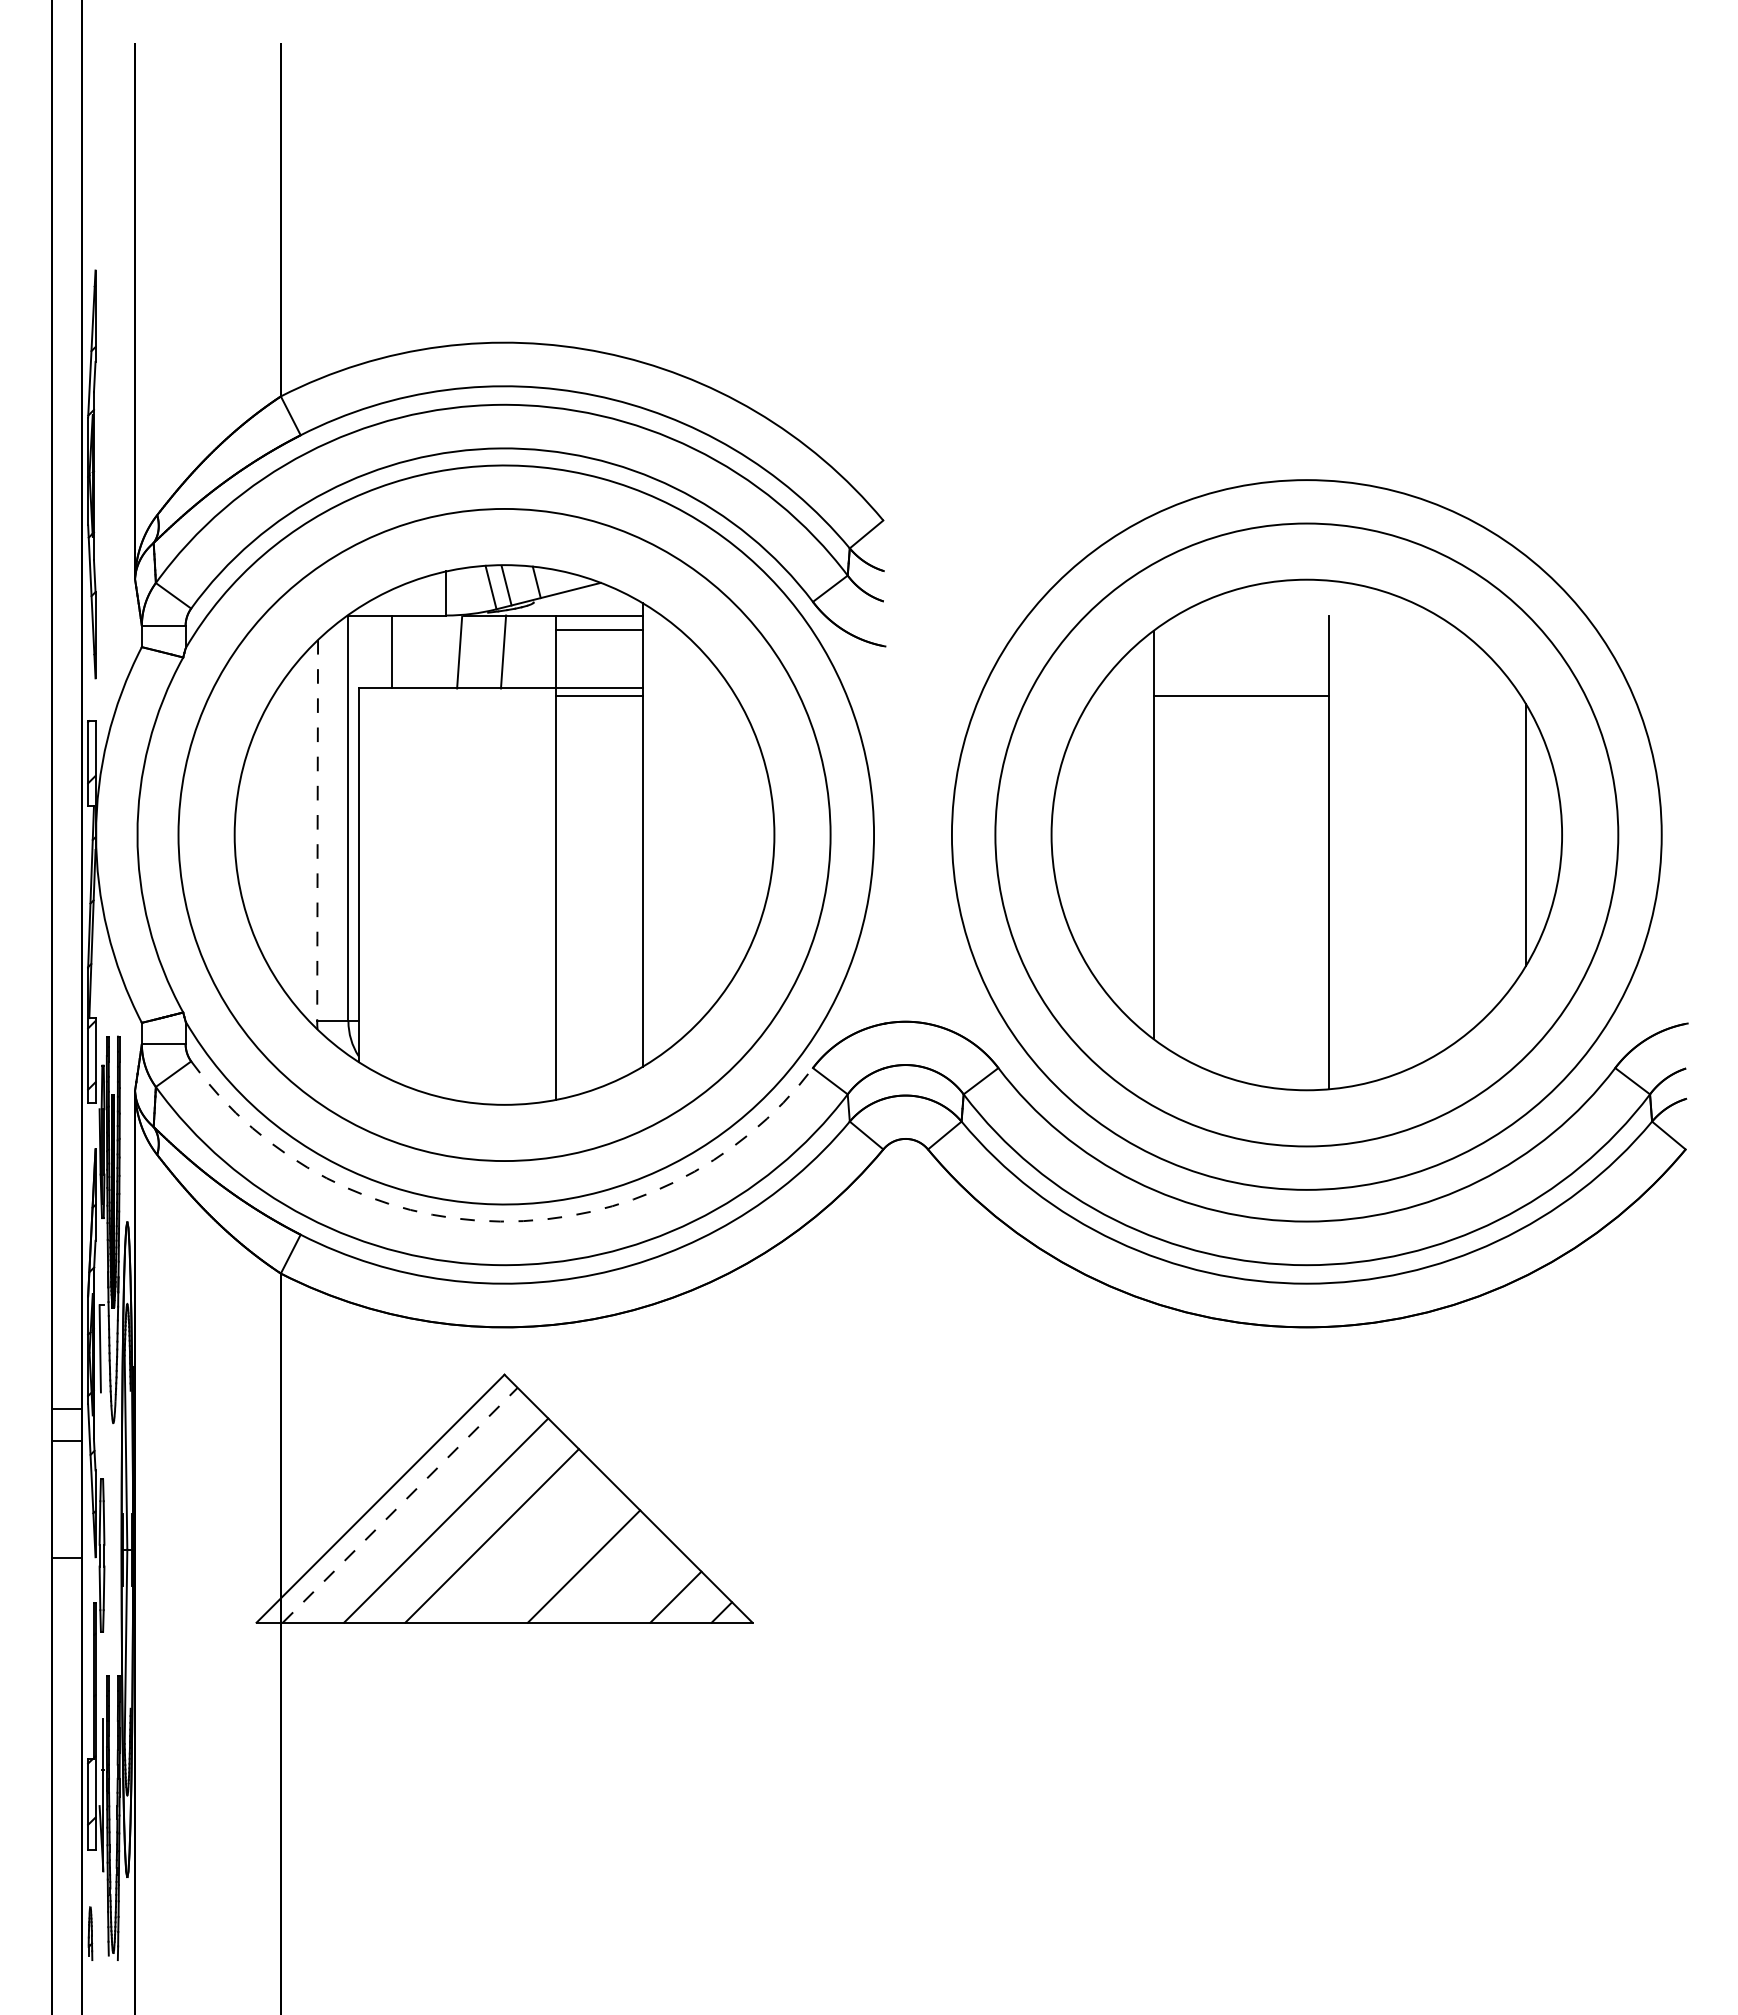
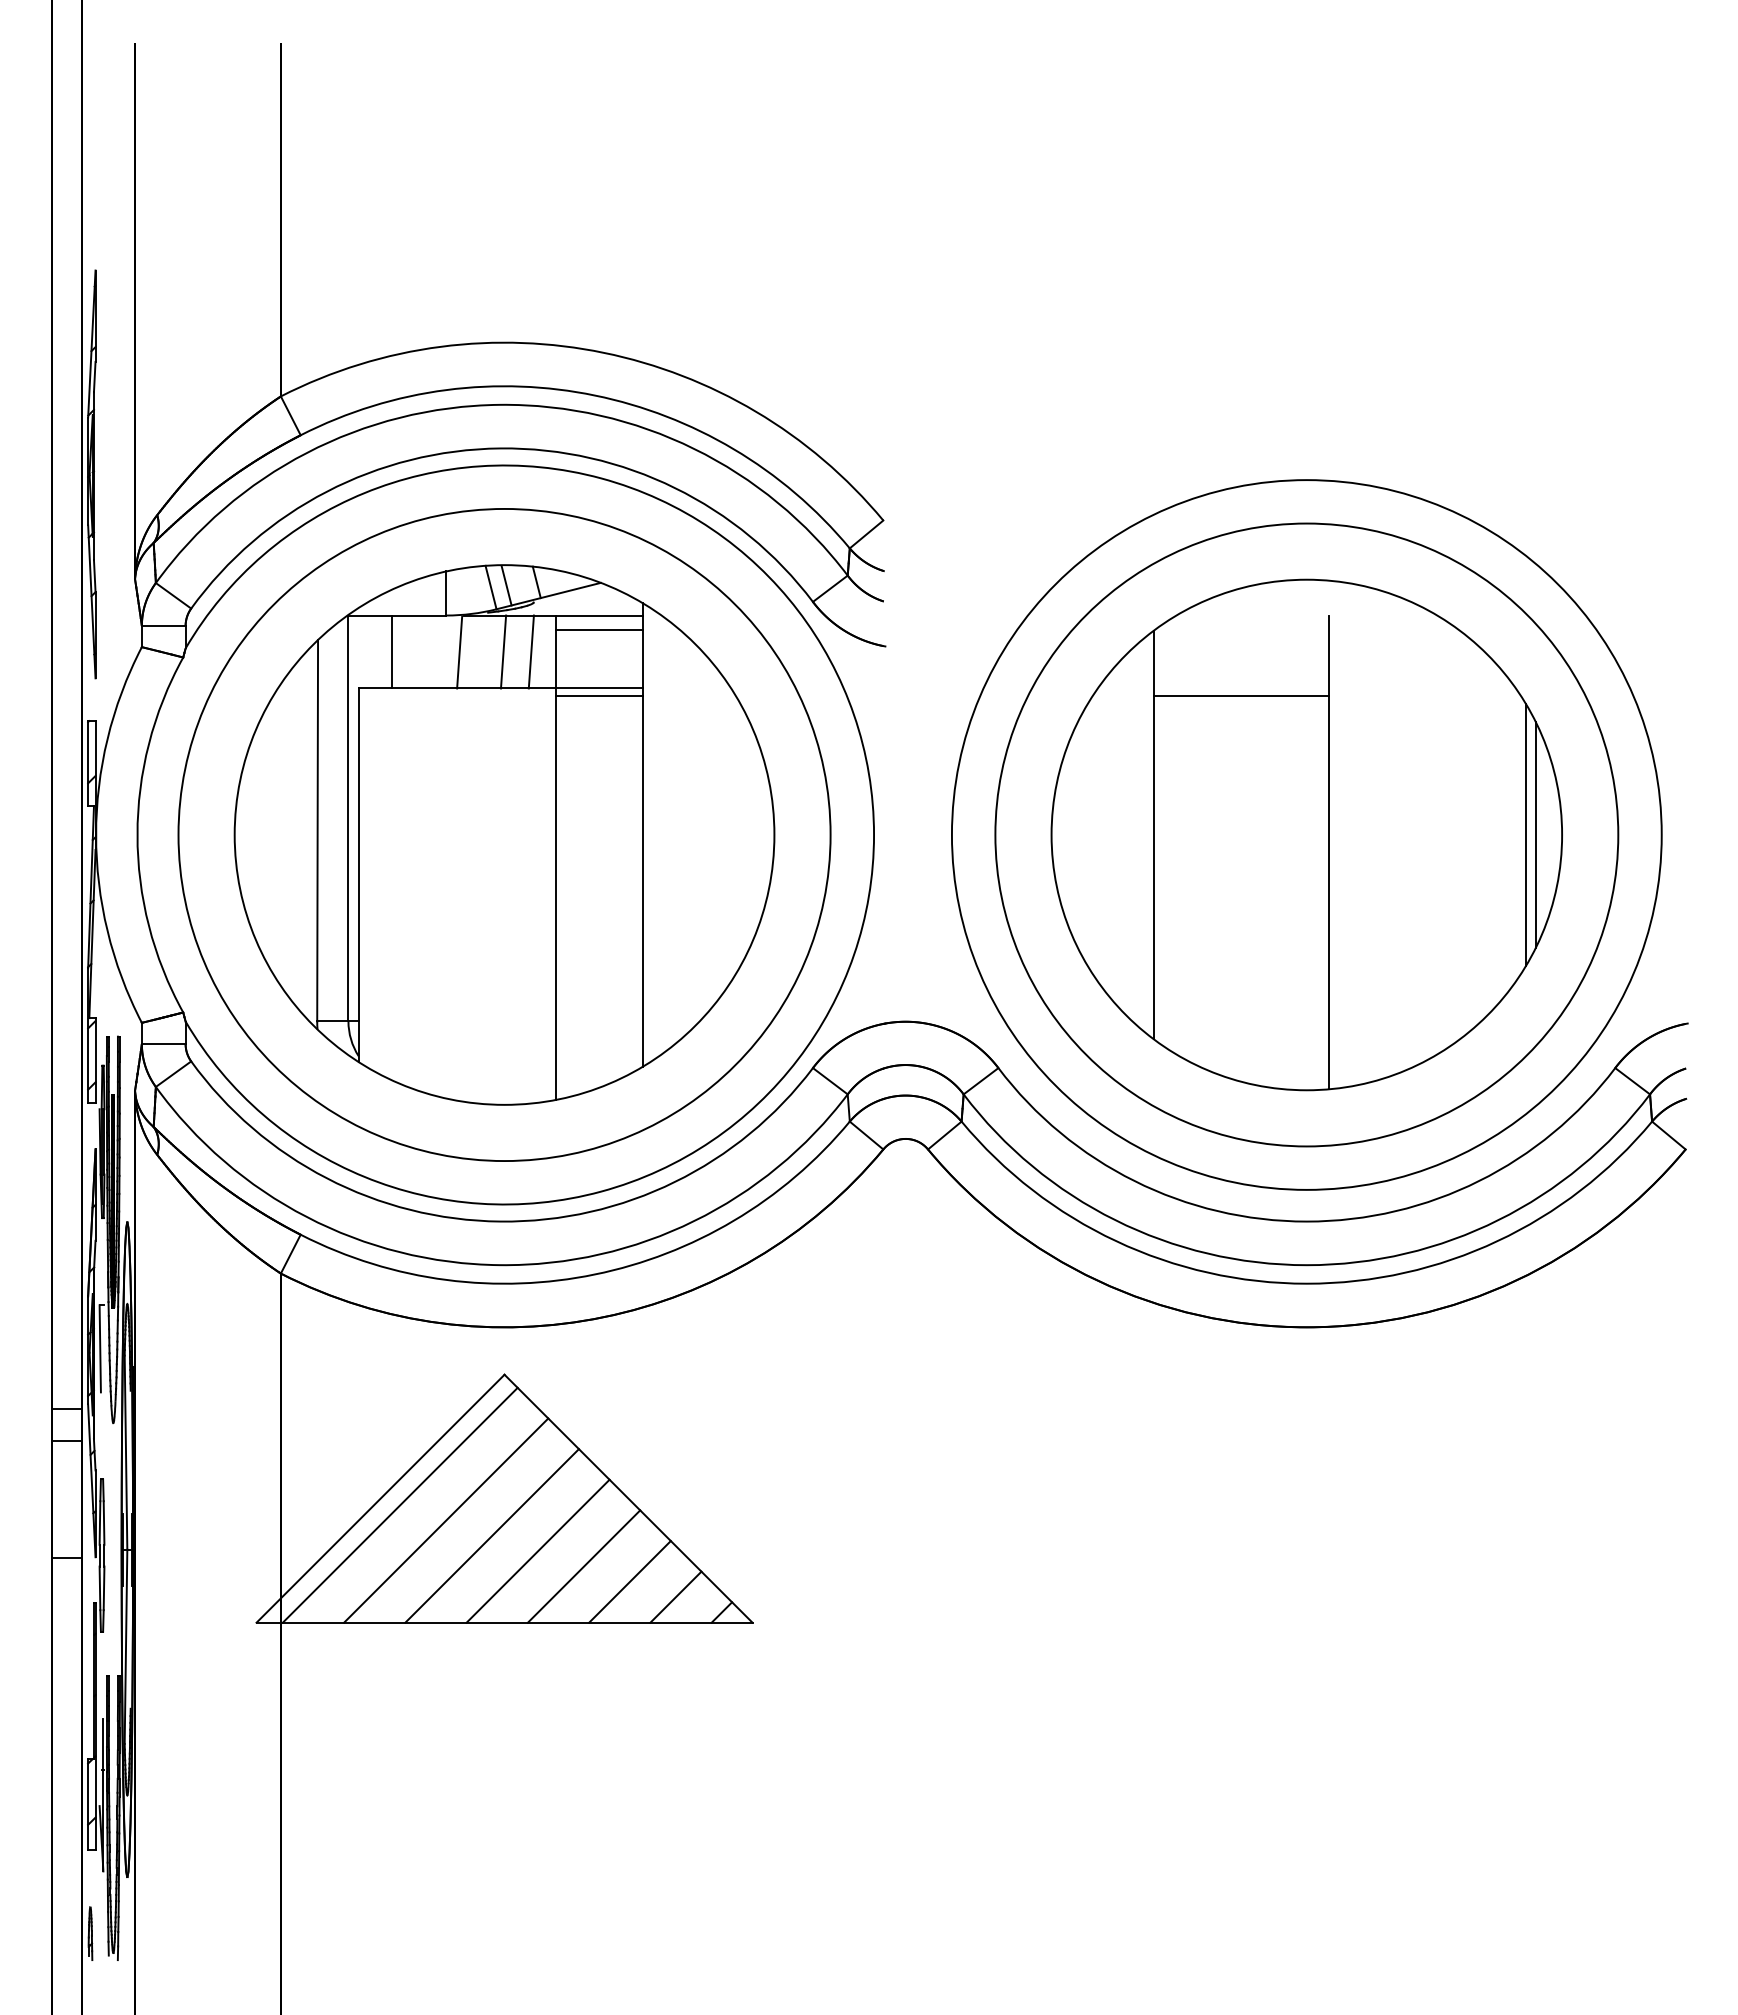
line at (530, 651): none -> present
line at (317, 830): dashed -> solid
line at (1535, 834): none -> present
arc at (500, 1221): dashed -> solid
line at (400, 1504): dashed -> solid
line at (537, 1550): none -> present
line at (629, 1581): none -> present
